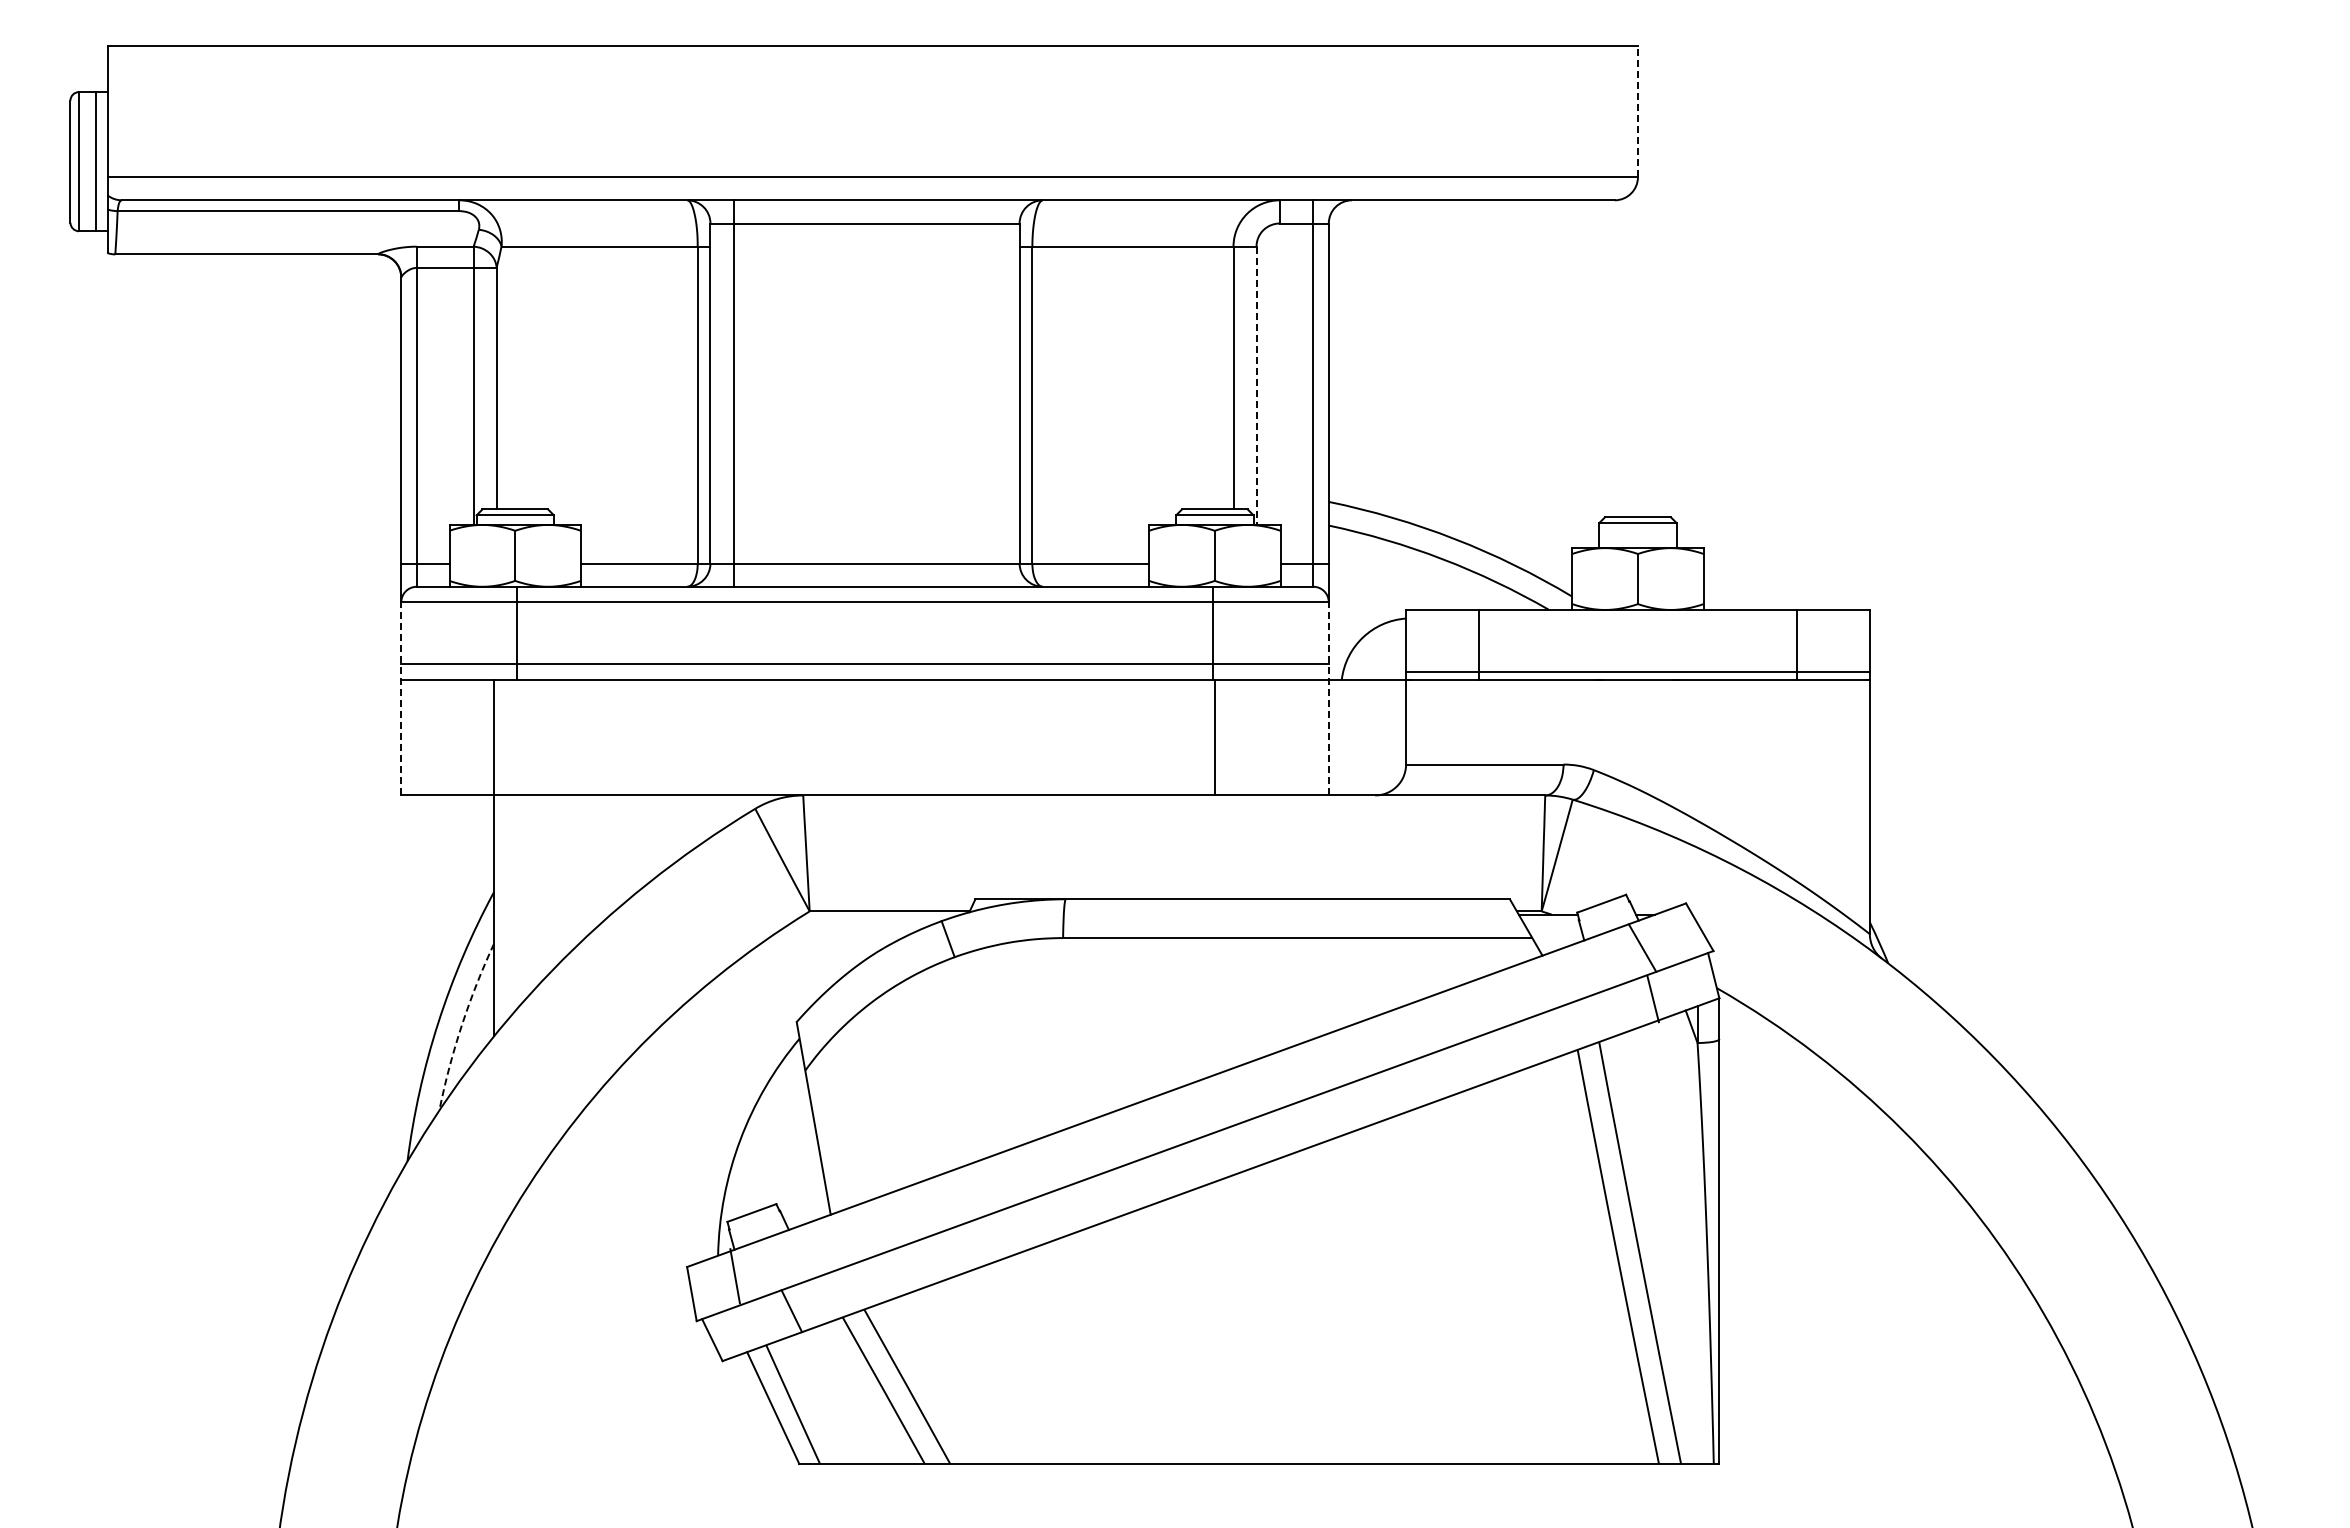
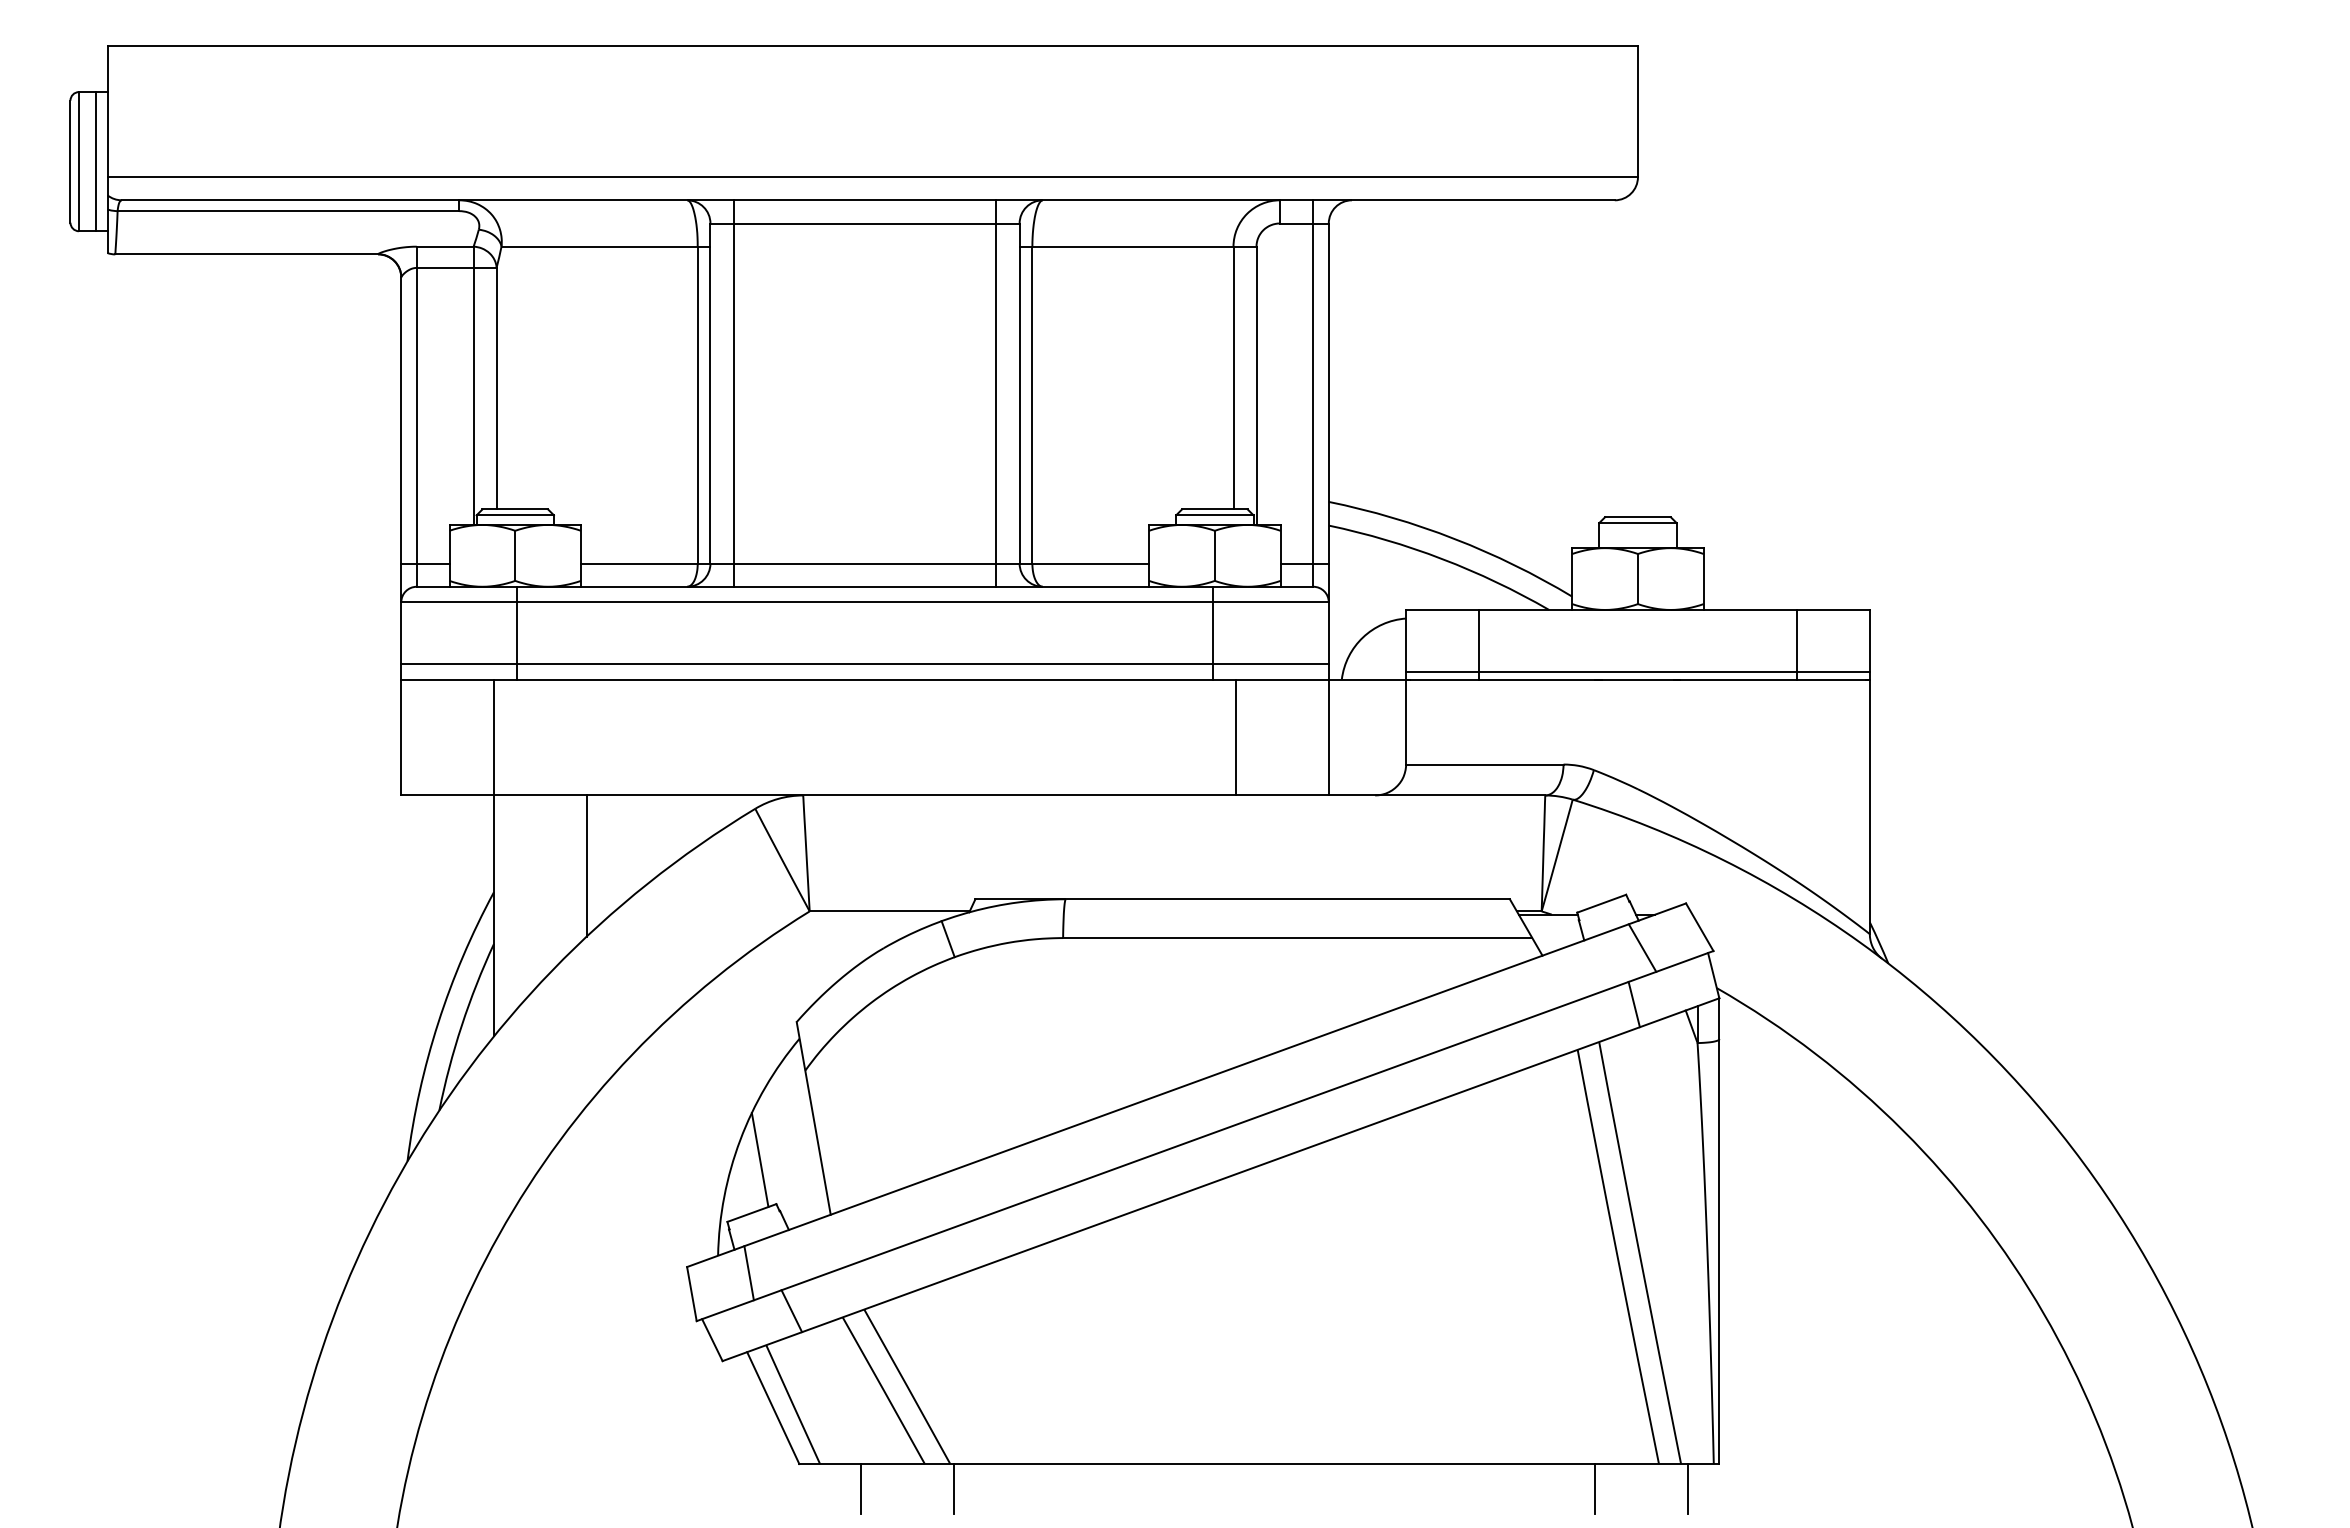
line at (1637, 111): dashed -> solid
line at (1256, 386): dashed -> solid
line at (996, 393): none -> present
line at (401, 698): dashed -> solid
line at (1328, 698): dashed -> solid
line at (1215, 737) position: (1215, 737) -> (1236, 737)
line at (586, 865): none -> present
line at (1652, 999) position: (1652, 999) -> (1633, 1004)
arc at (461, 1025): dashed -> solid
line at (759, 1159): none -> present
line at (734, 1276) position: (734, 1276) -> (748, 1273)
line at (861, 1489): none -> present
line at (953, 1489): none -> present
line at (1595, 1489): none -> present
line at (1688, 1489): none -> present
